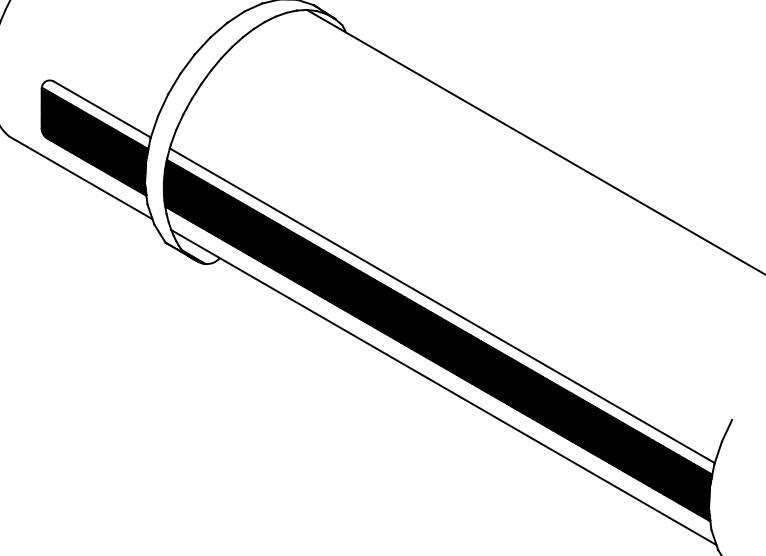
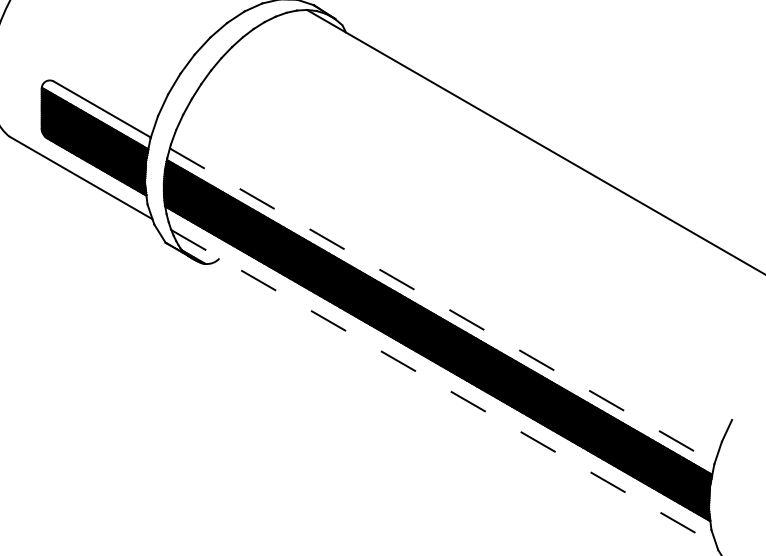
line at (442, 305): solid -> dashed
line at (443, 387): solid -> dashed
